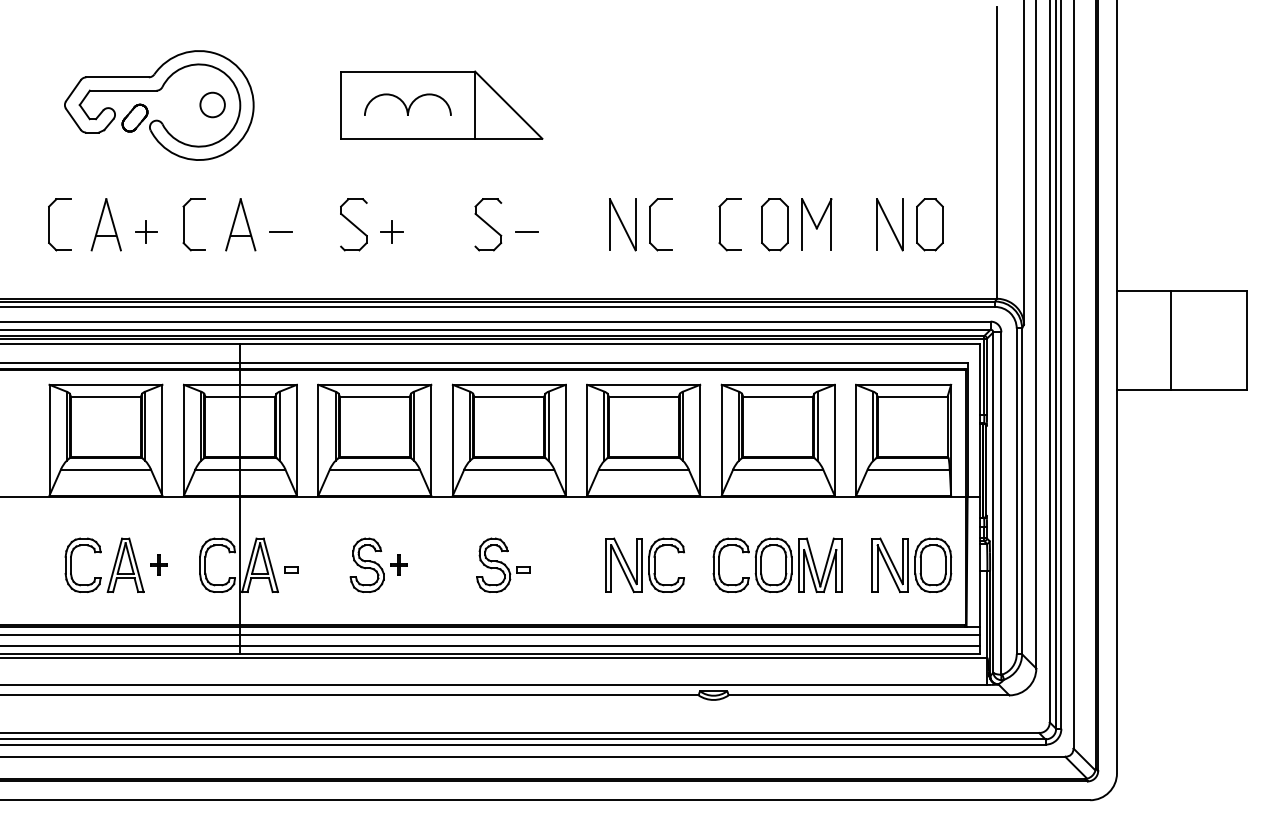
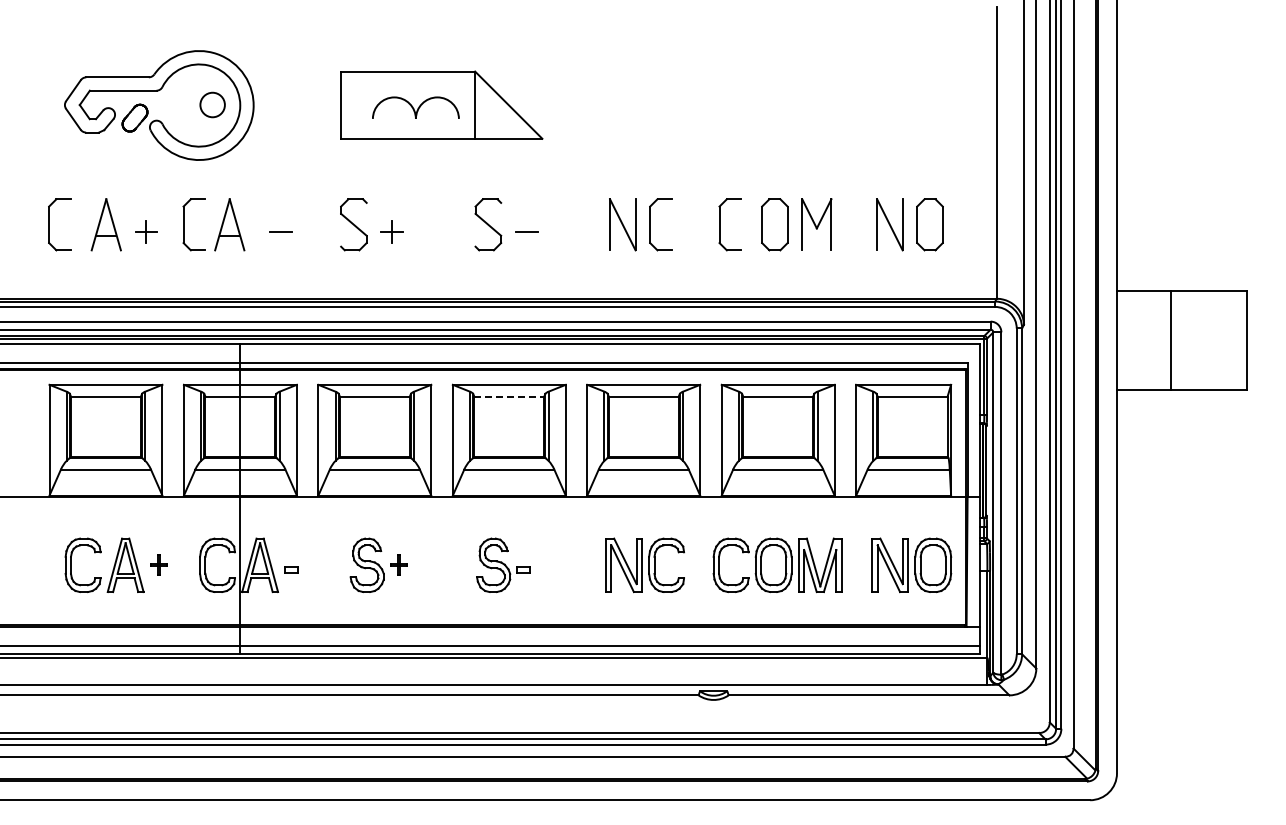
part at (407, 104) position: (407, 104) -> (415, 107)
part at (240, 224) position: (240, 224) -> (229, 224)
line at (509, 396): solid -> dashed
line at (490, 634): present -> none
